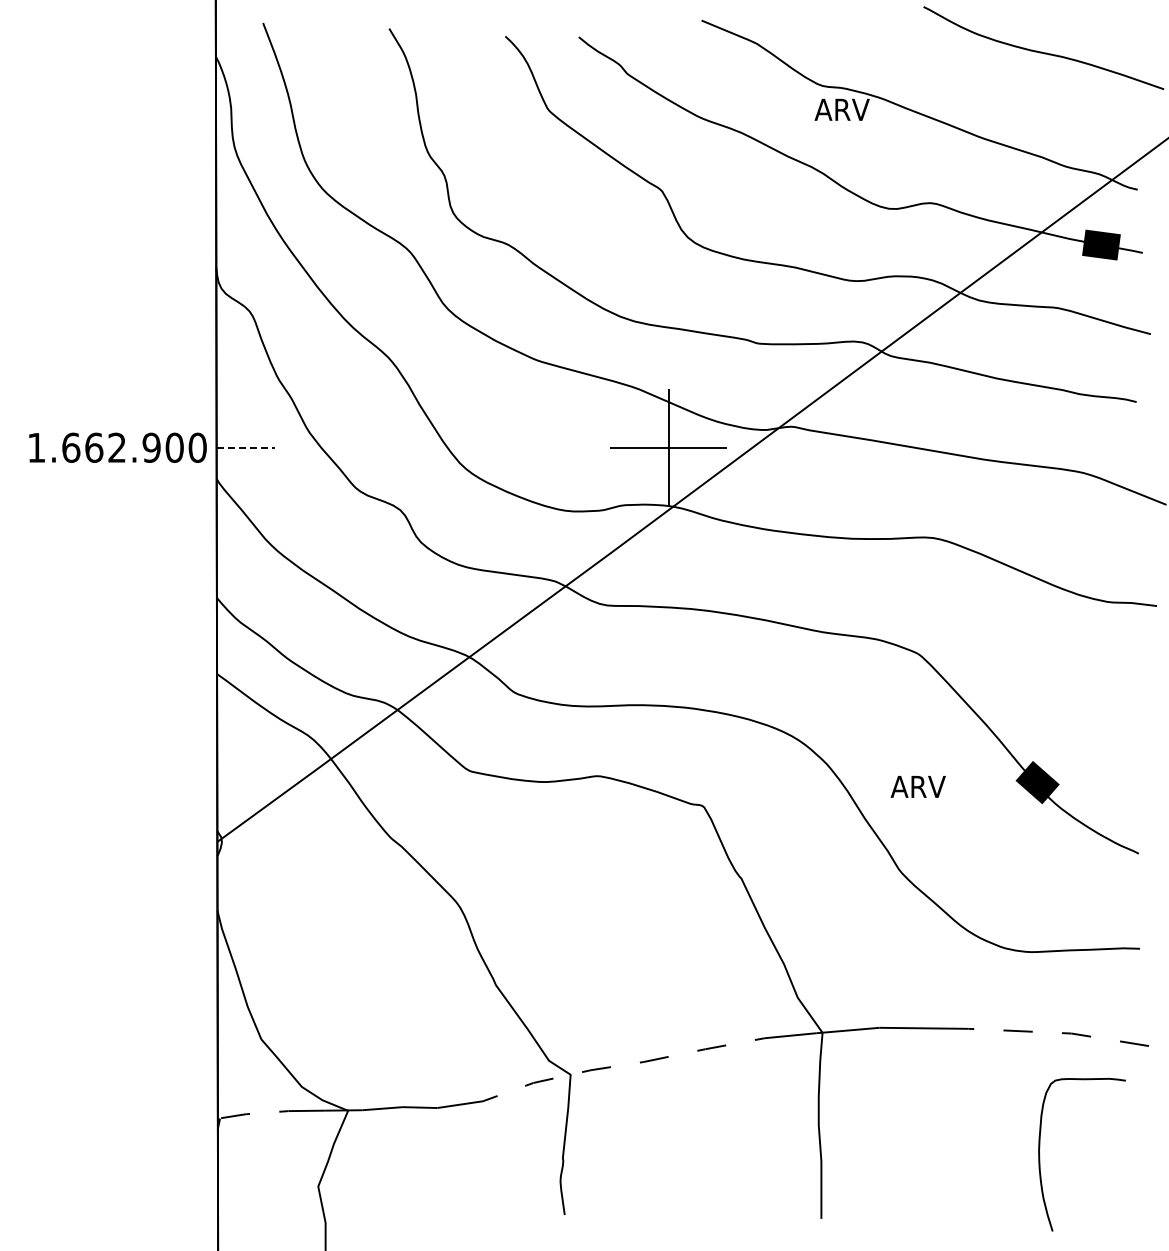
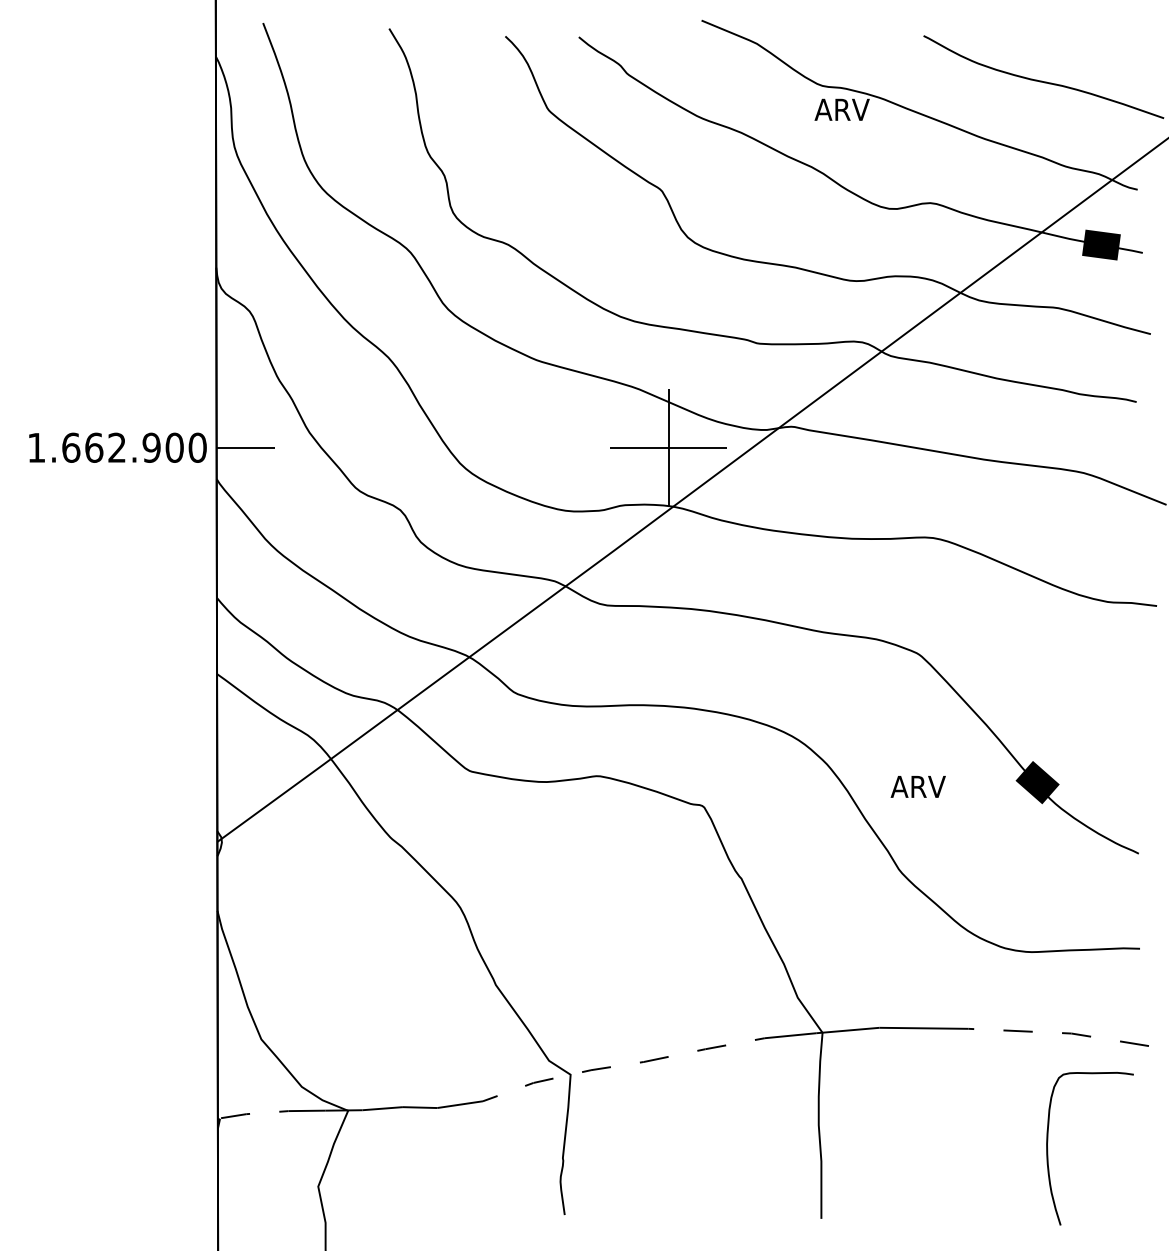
curve at (1042, 51) position: (1042, 51) -> (1042, 80)
line at (246, 447): dashed -> solid
curve at (1040, 1155) position: (1040, 1155) -> (1048, 1149)
